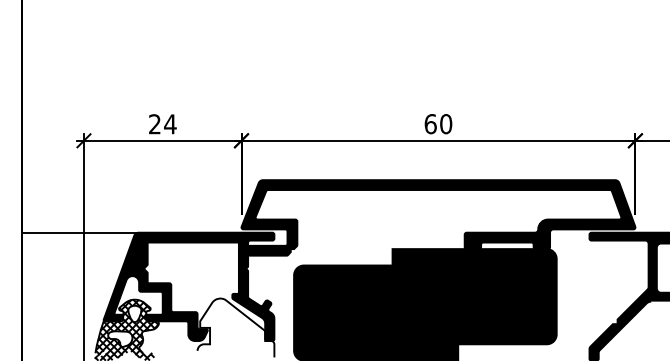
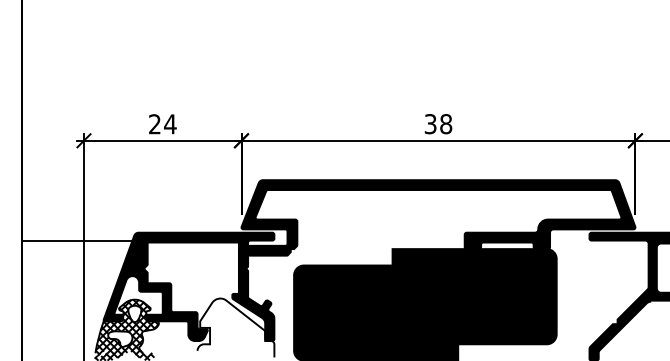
text at (438, 124): 60 -> 38
line at (80, 232) position: (80, 232) -> (80, 240)
